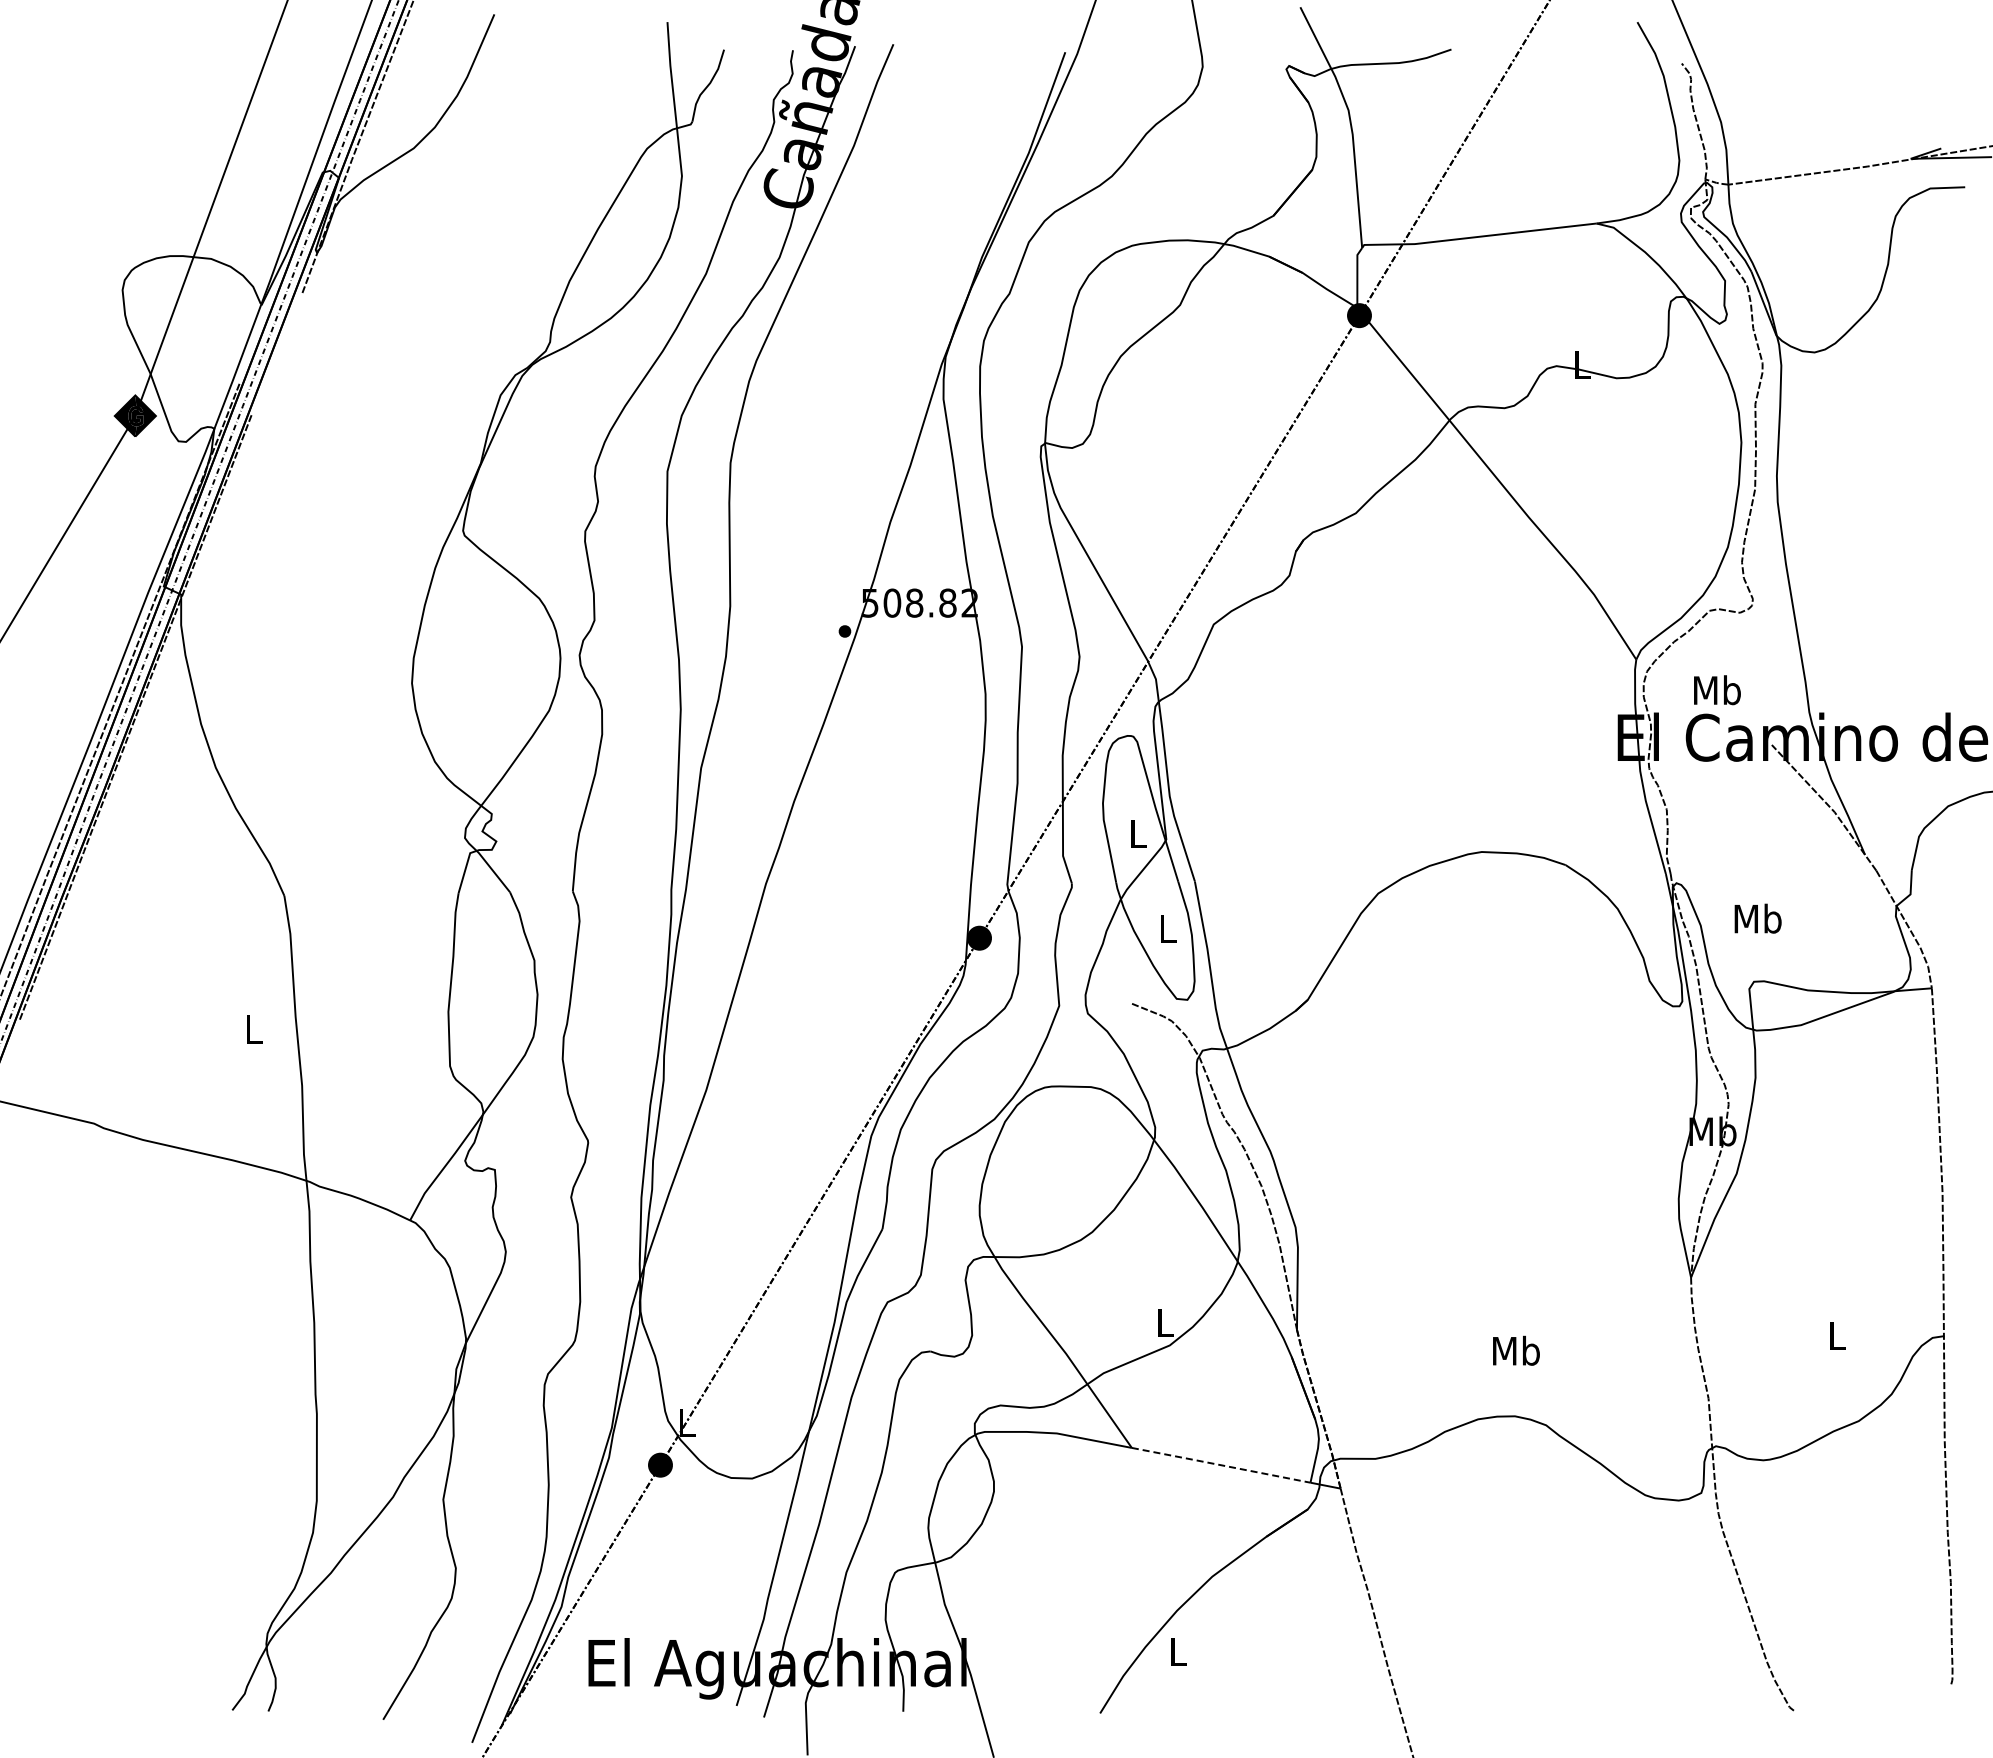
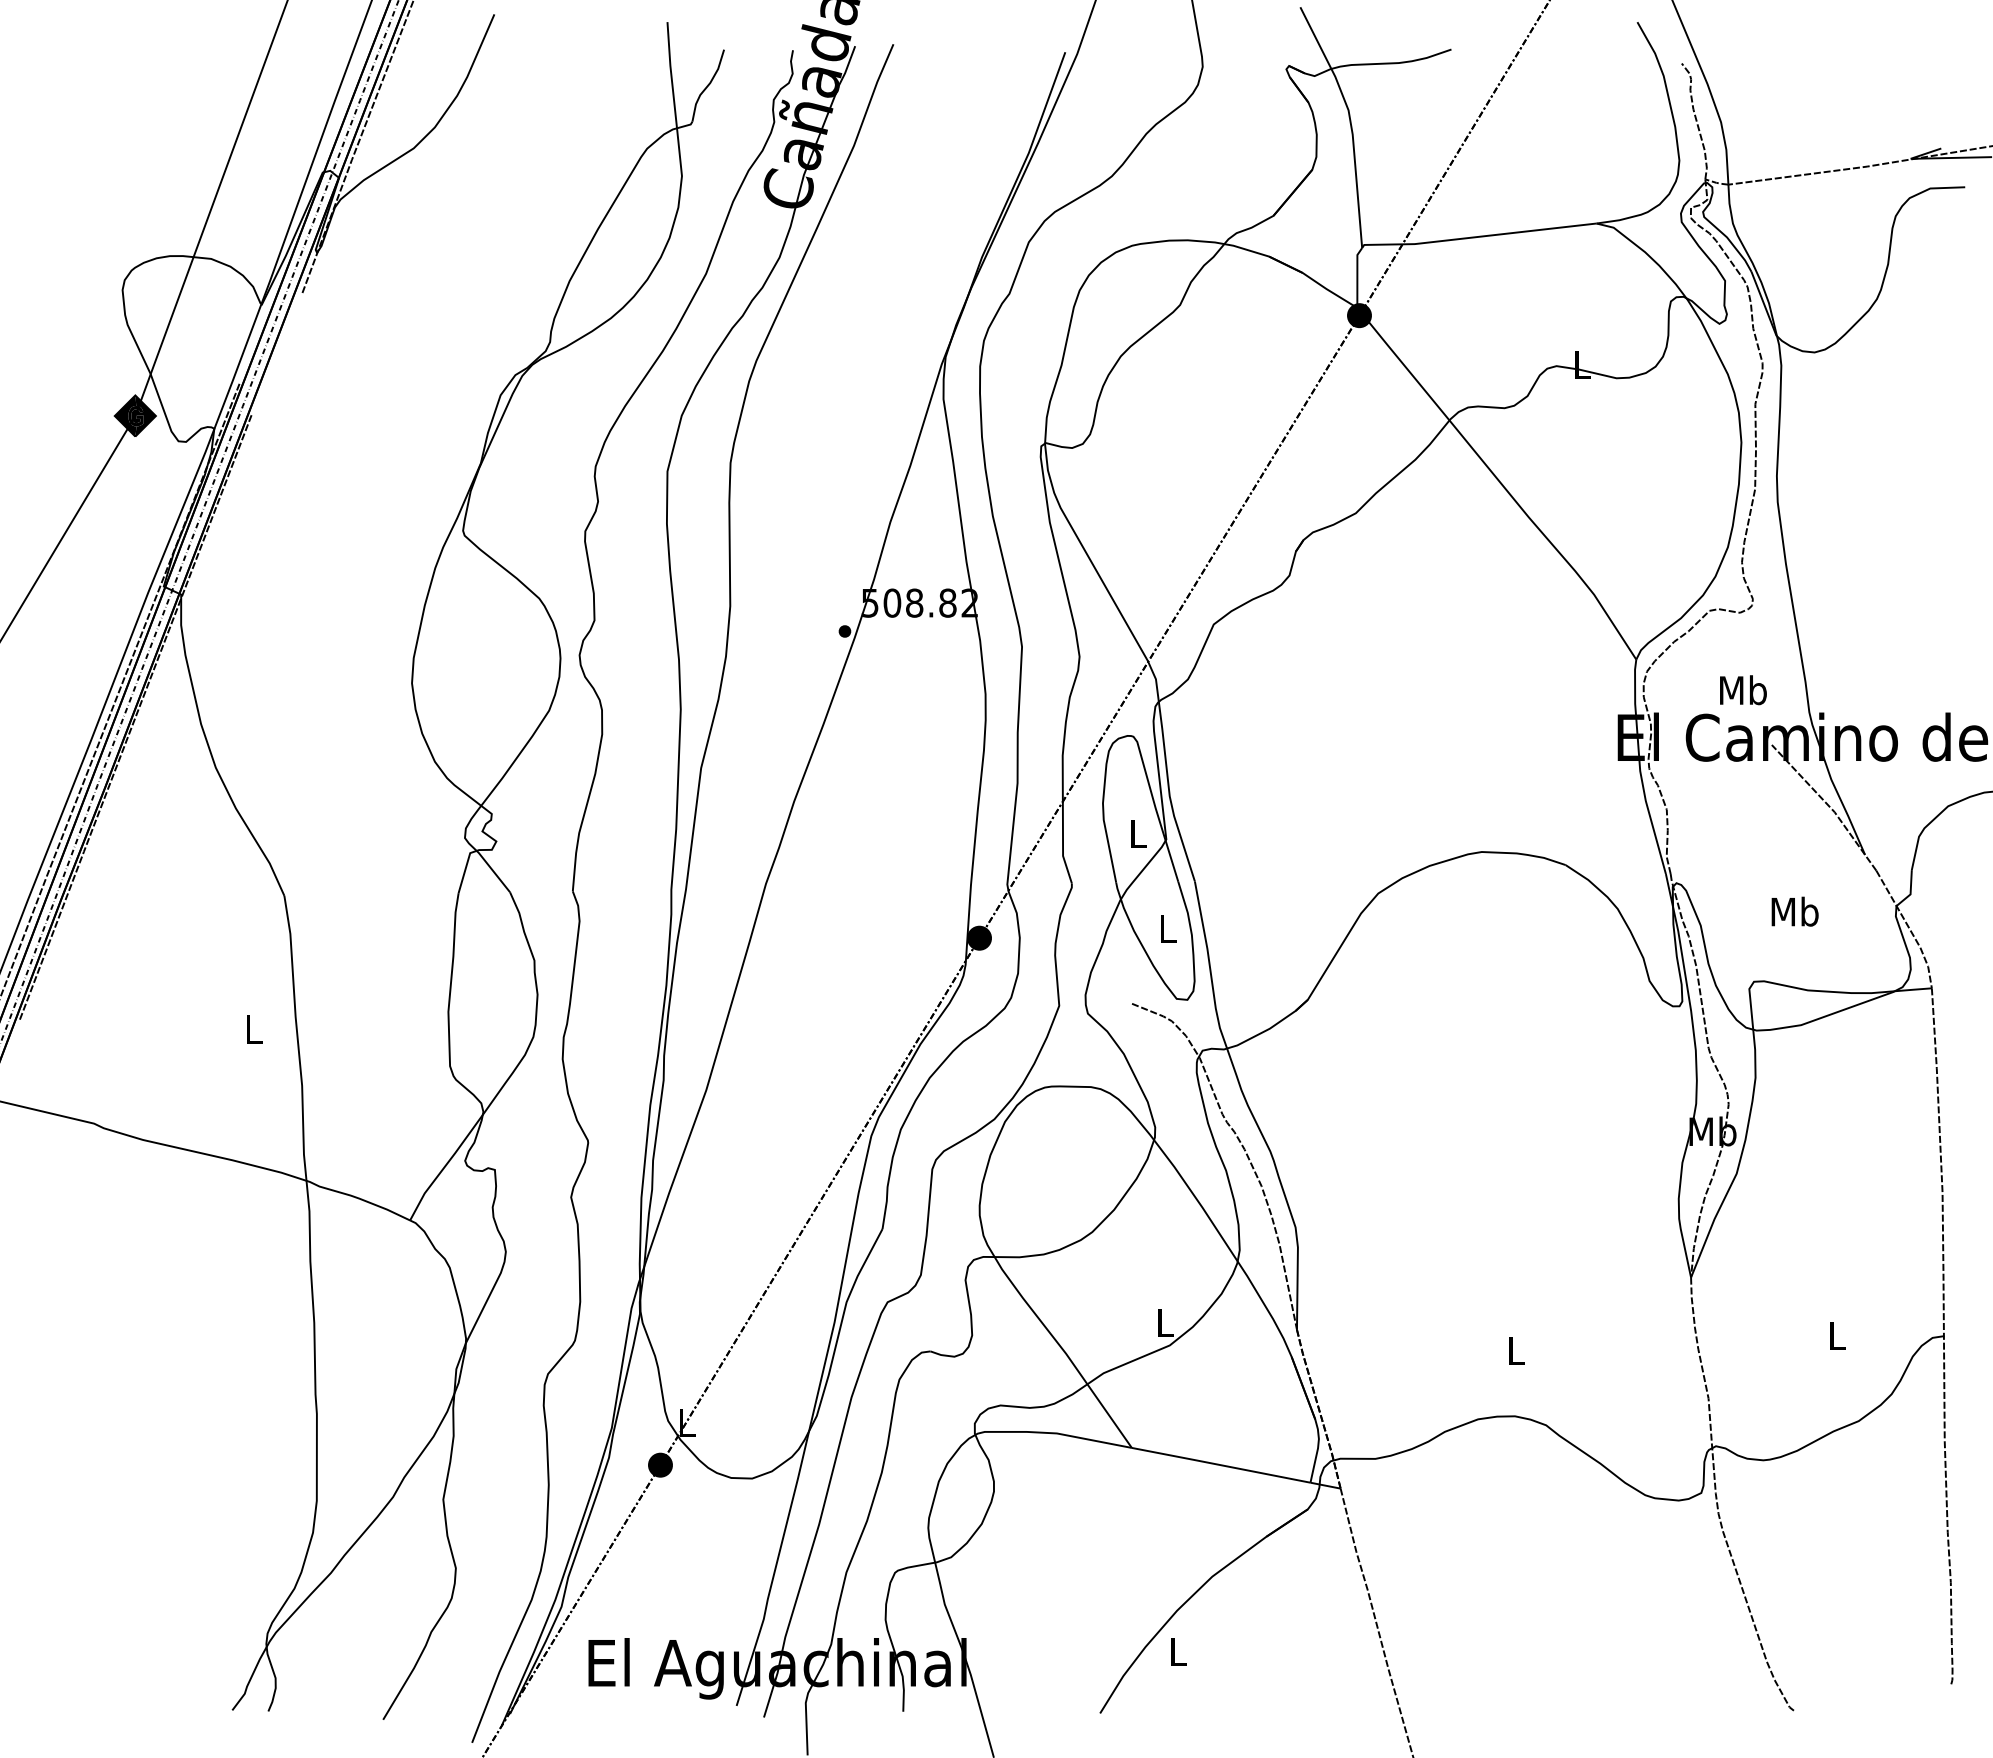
text at (1717, 690) position: (1717, 690) -> (1743, 690)
text at (1757, 918) position: (1757, 918) -> (1794, 911)
text at (1516, 1350): Mb -> L
line at (1220, 1465): dashed -> solid
